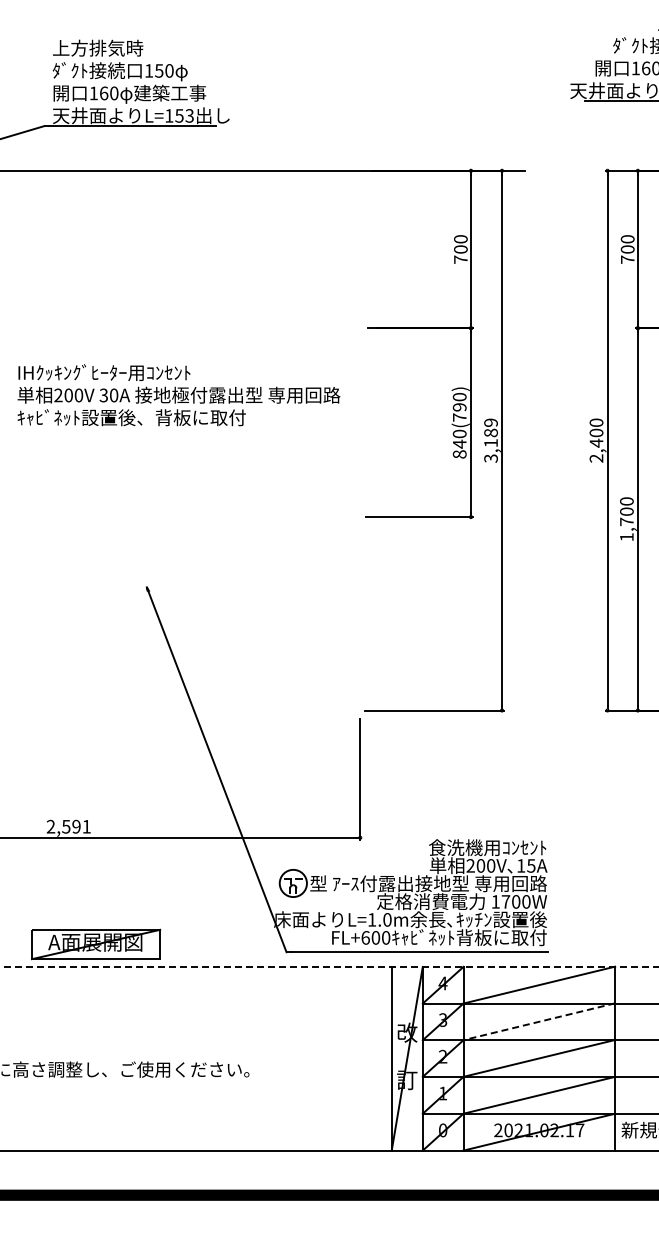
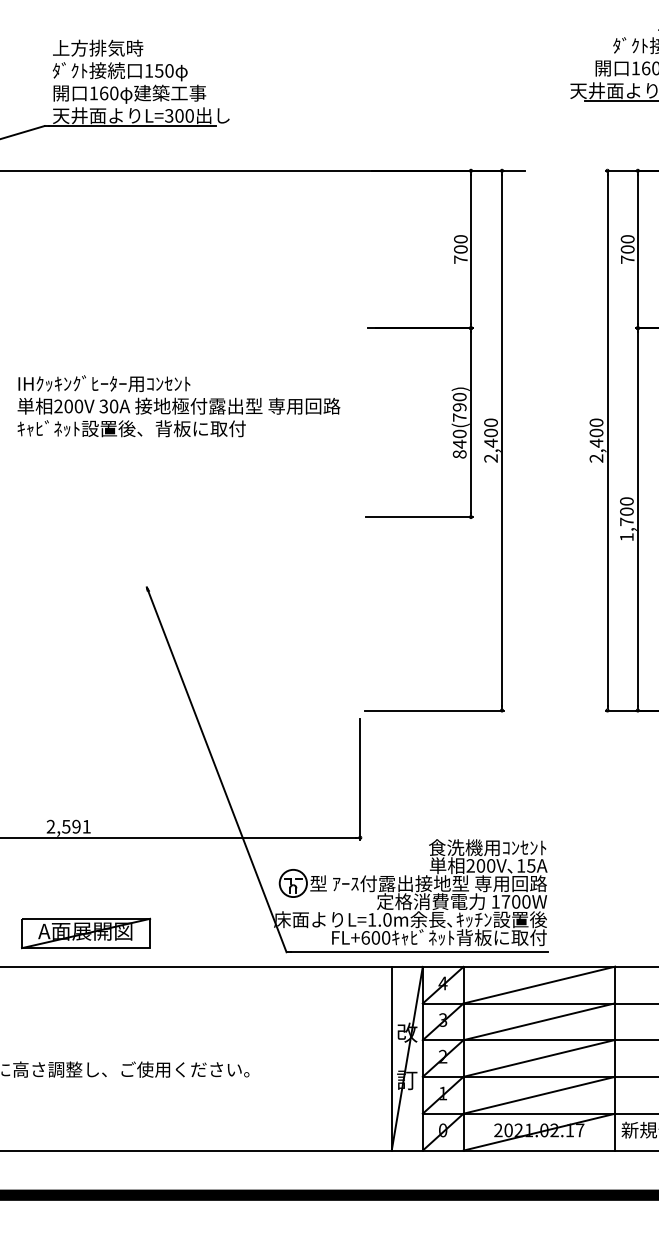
text at (179, 115): L=153 -> L=300
text at (178, 395) position: (178, 395) -> (178, 406)
text at (490, 440): 3,189 -> 2,400
part at (96, 944) position: (96, 944) -> (86, 933)
line at (329, 966): dashed -> solid
line at (538, 1021): dashed -> solid
